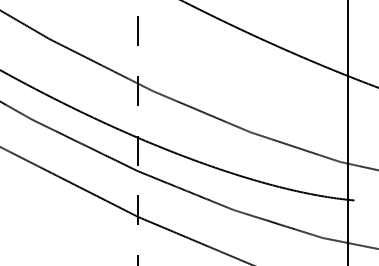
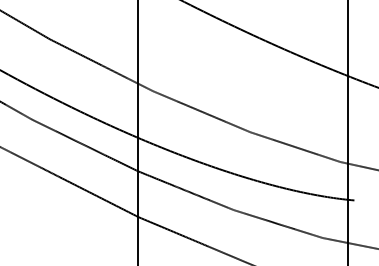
line at (138, 132): dashed -> solid
